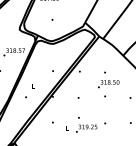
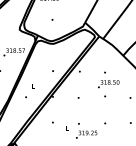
text at (86, 124) position: (86, 124) -> (86, 130)
